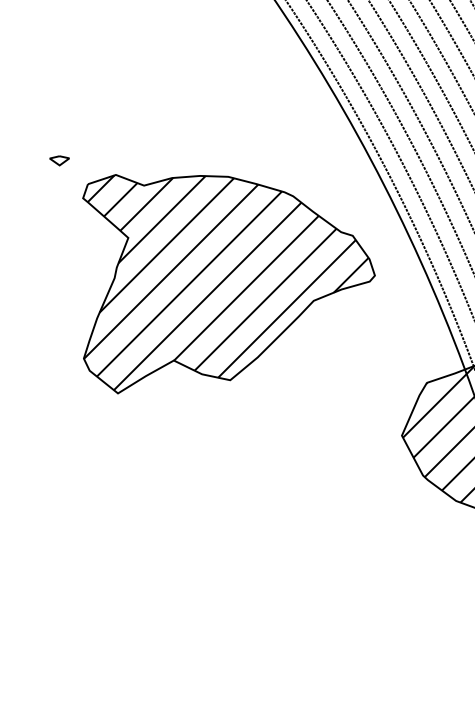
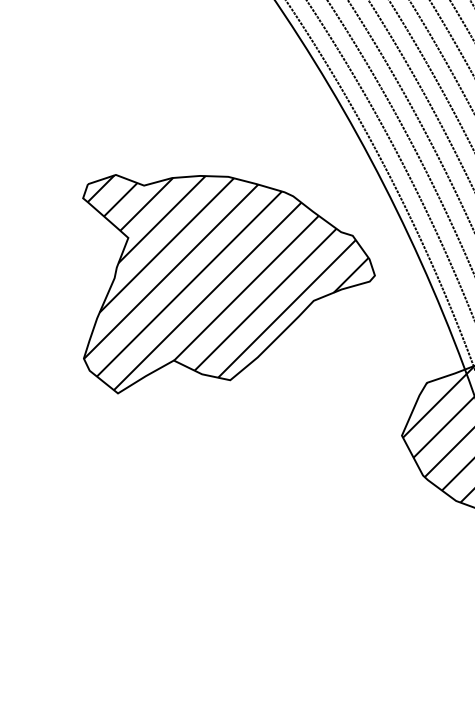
part at (59, 160): present -> none
